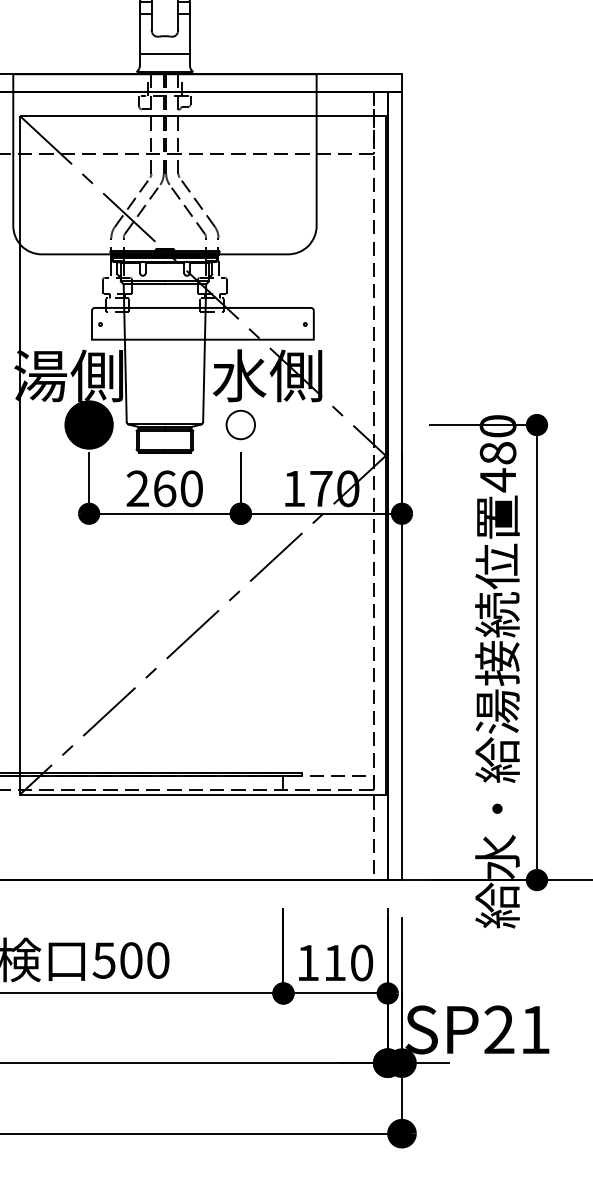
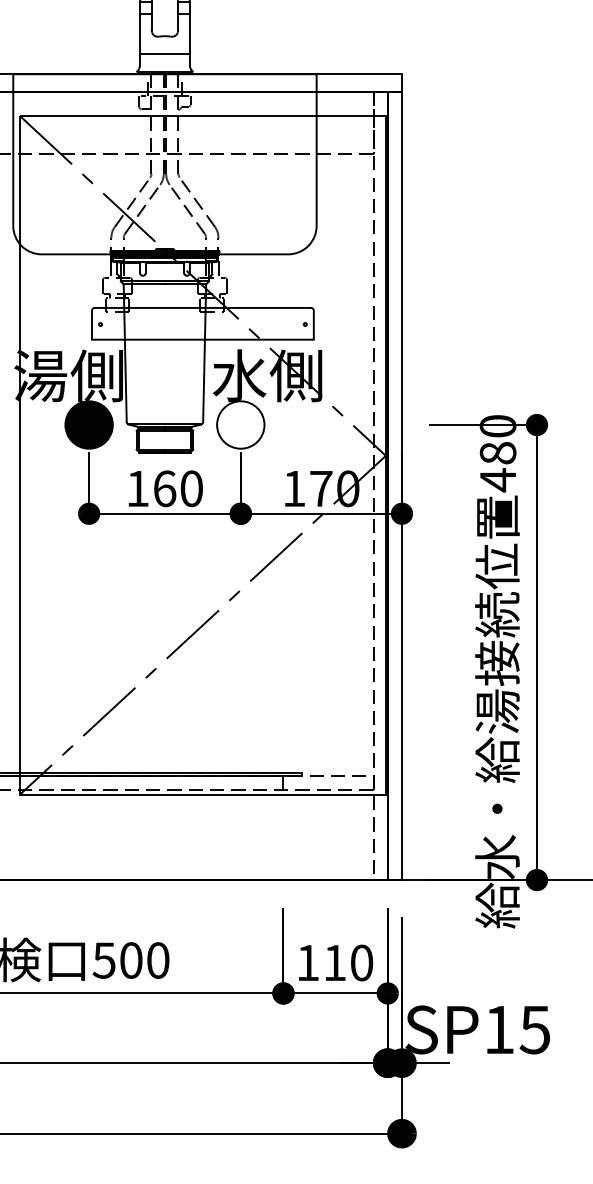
circle at (240, 424) diameter: 28 px -> 47 px
text at (137, 488): 260 -> 160
text at (516, 1029): SP21 -> SP15
